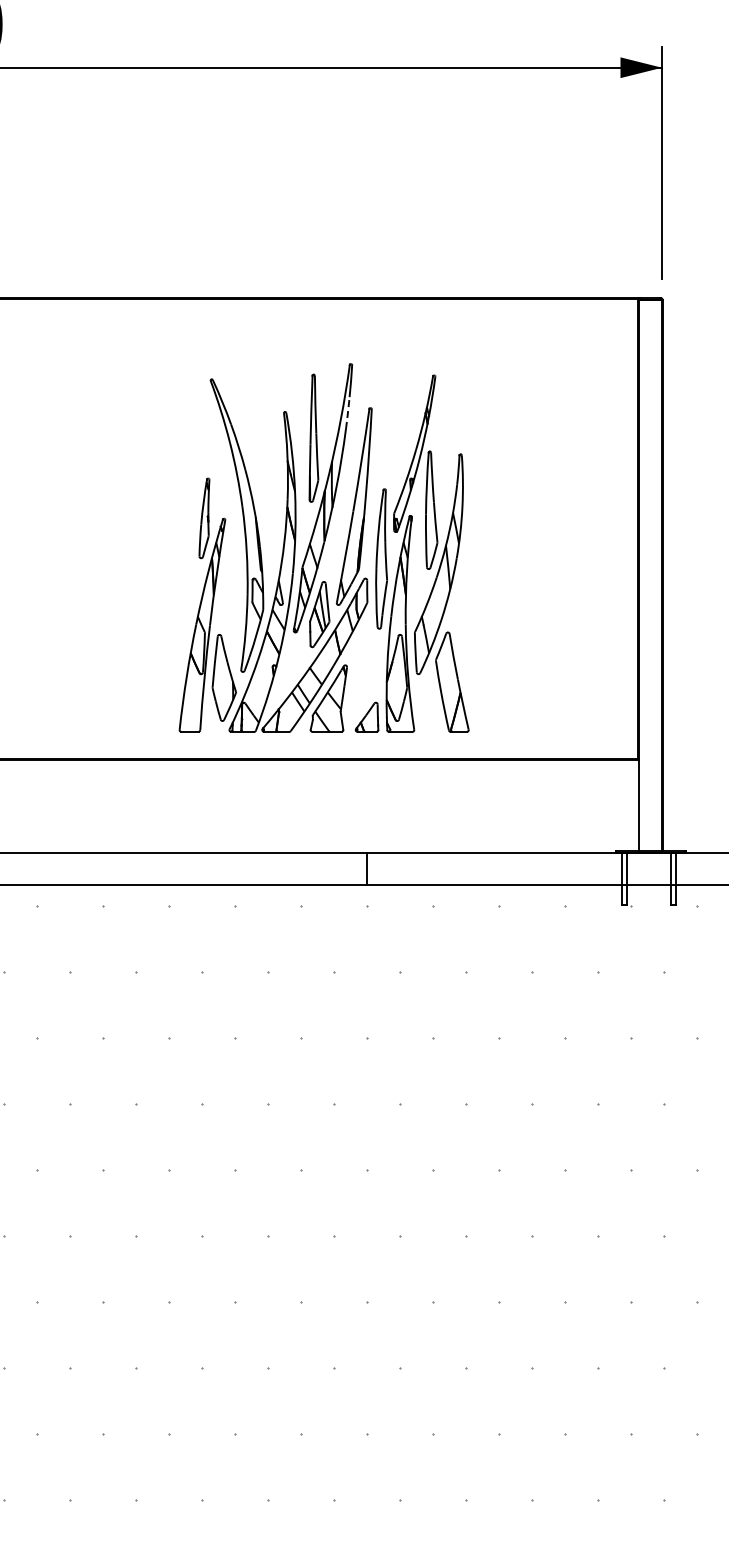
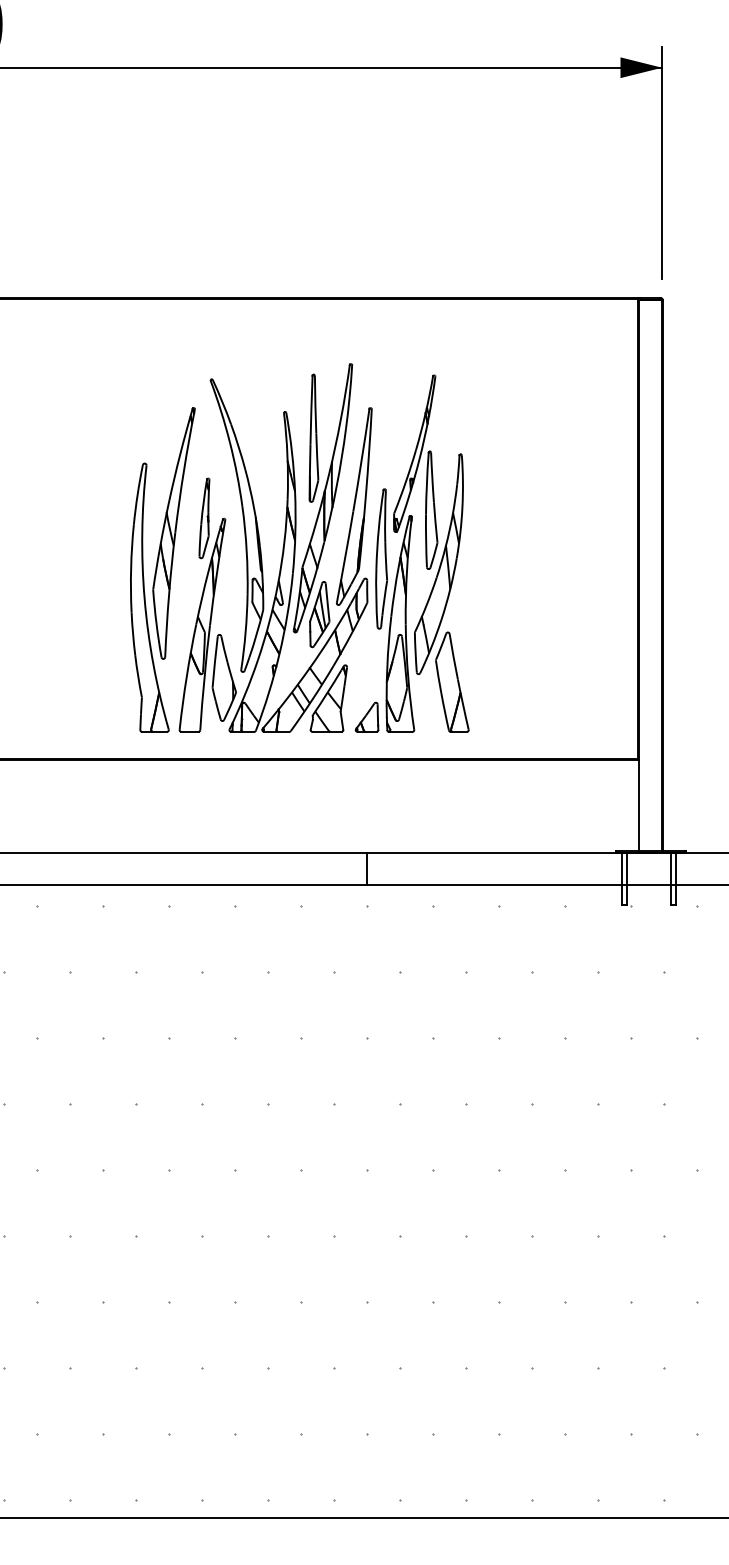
arc at (347, 413): dashed -> solid
part at (162, 569): none -> present
line at (363, 1518): none -> present
